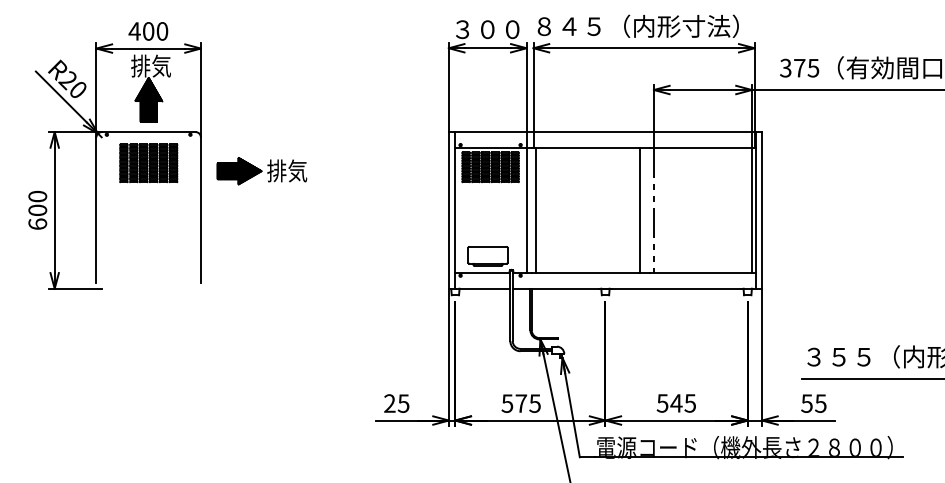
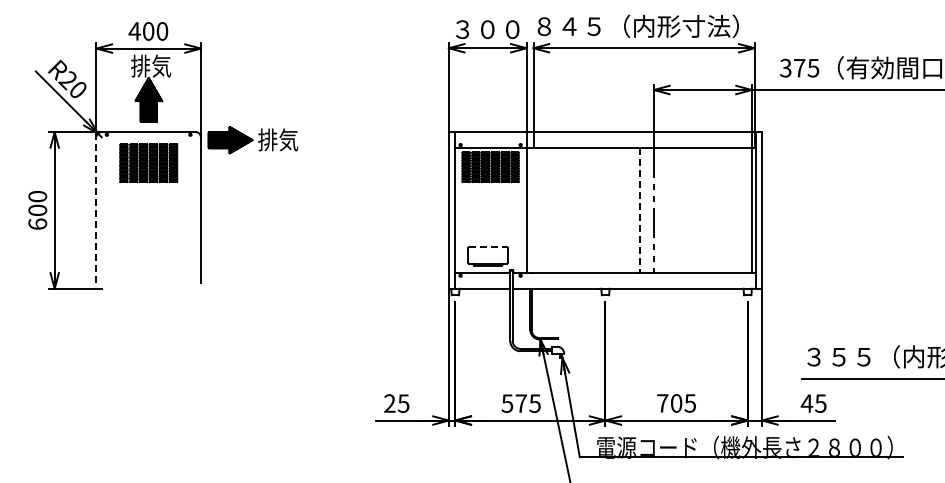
part at (261, 171) position: (261, 171) -> (252, 140)
line at (96, 209): solid -> dashed
line at (536, 210): present -> none
line at (640, 210): solid -> dashed
line at (488, 246): solid -> dashed
text at (669, 403): 545 -> 705
text at (806, 403): 55 -> 45
